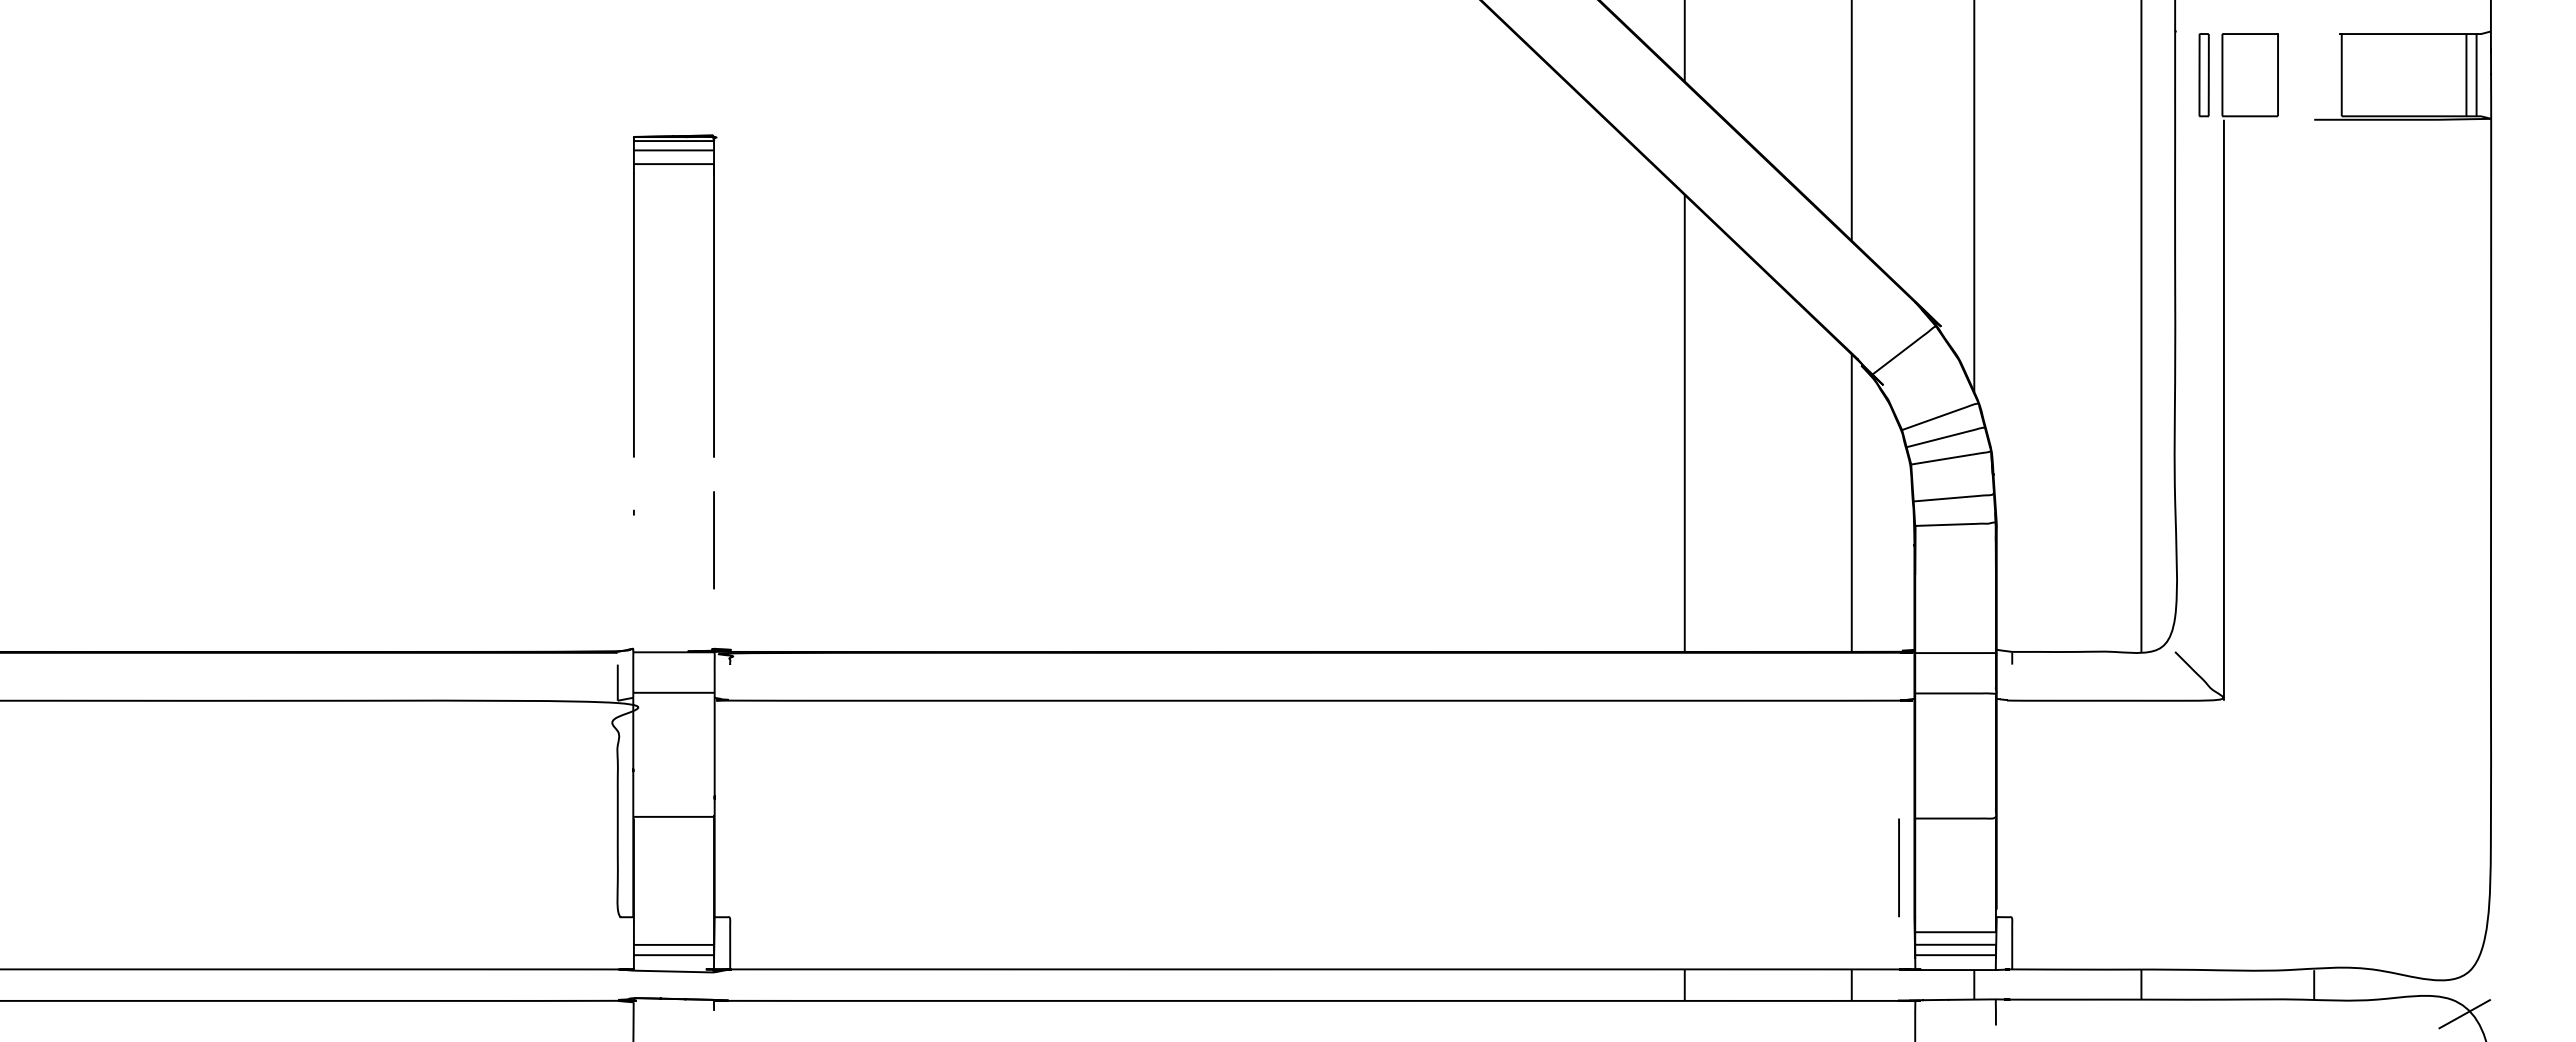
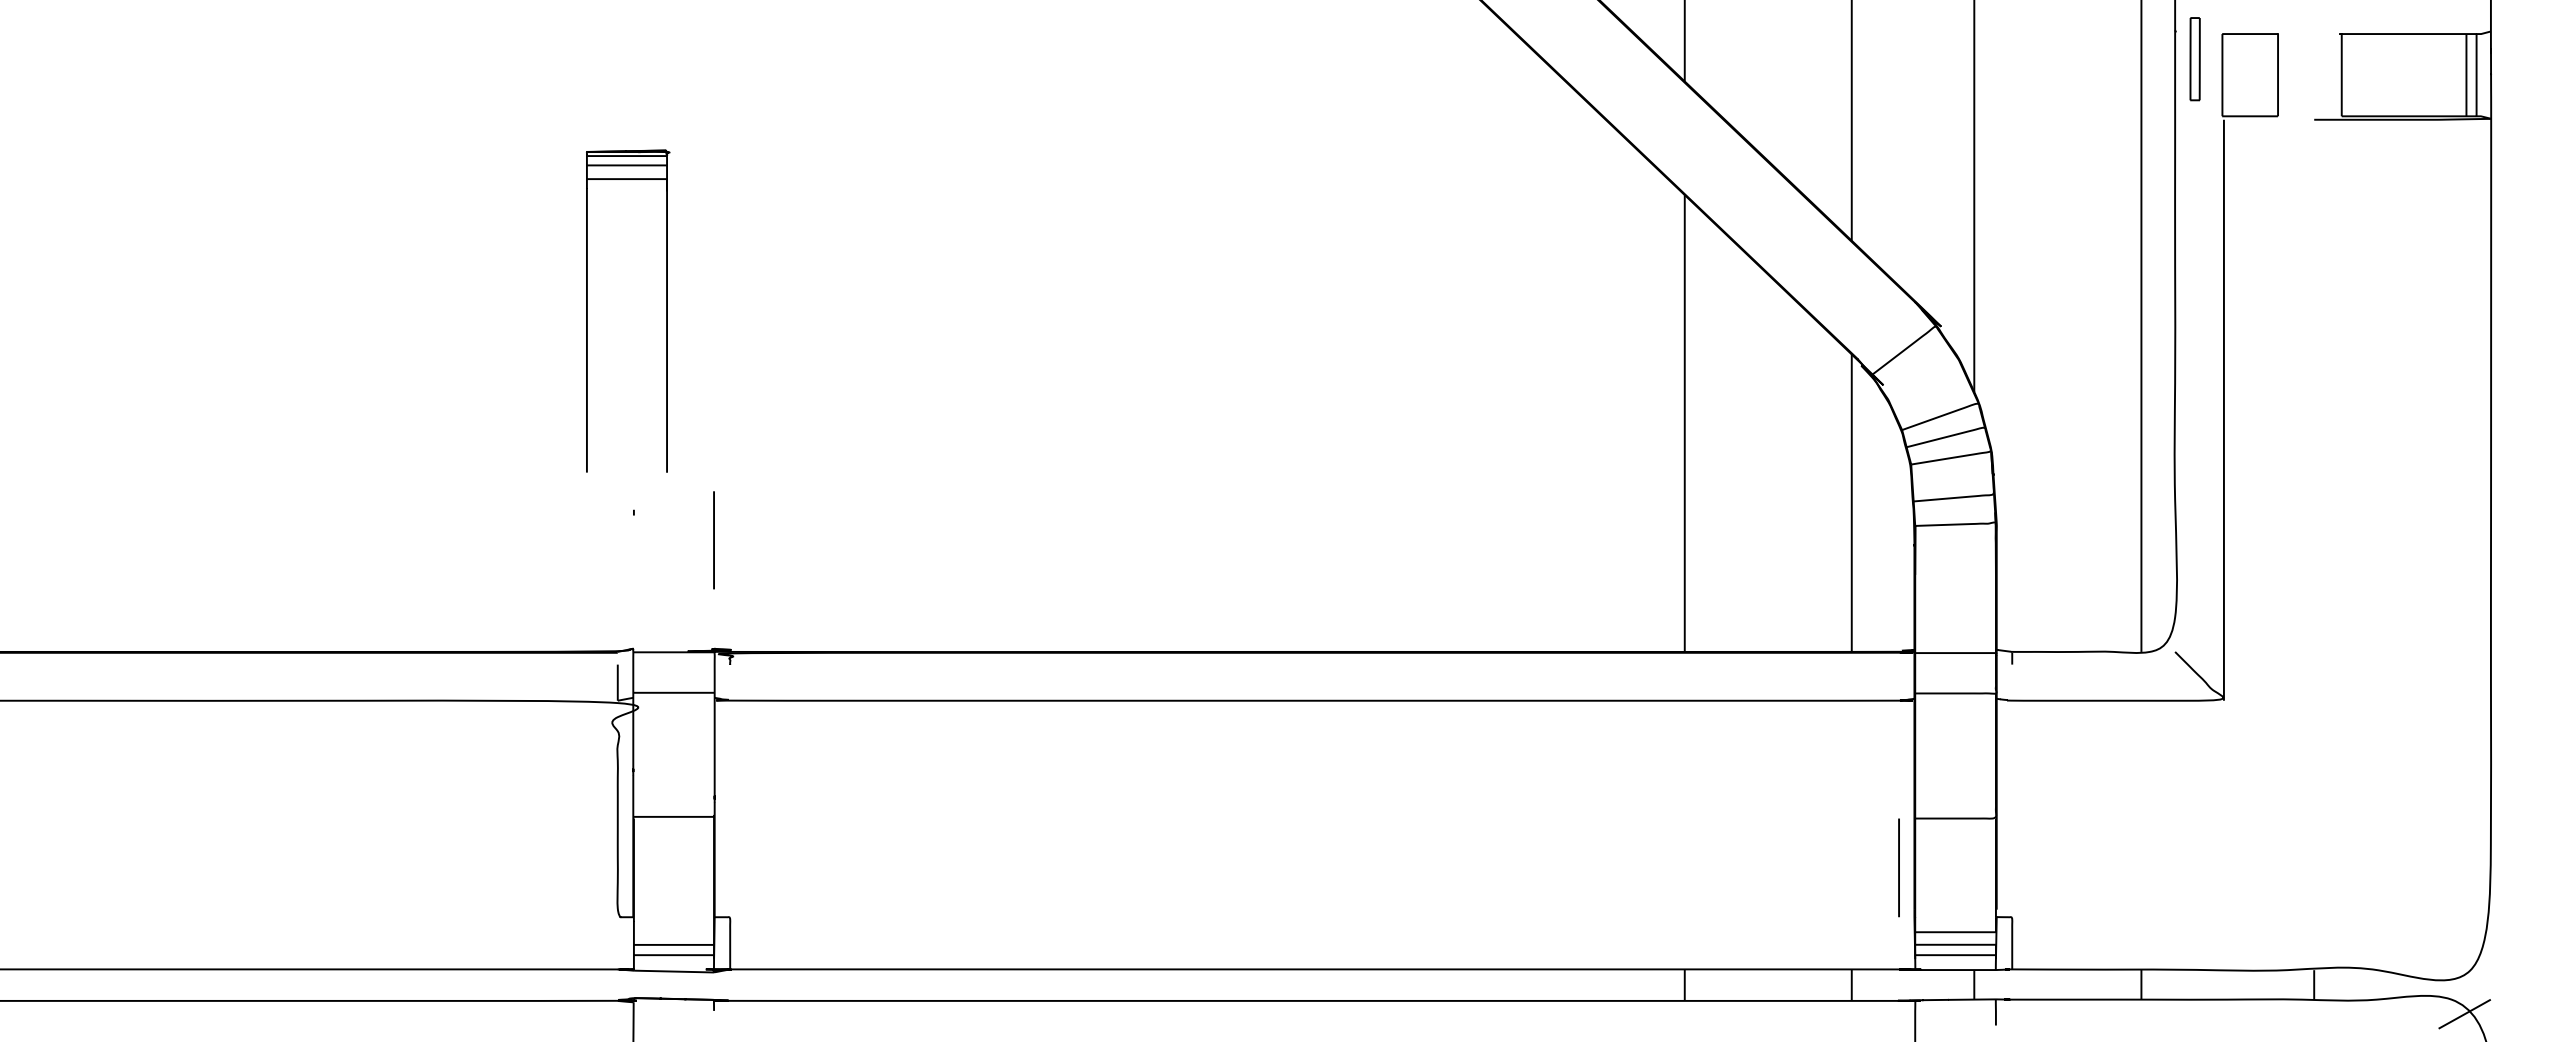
part at (2203, 75) position: (2203, 75) -> (2194, 59)
part at (713, 295) position: (713, 295) -> (666, 310)
